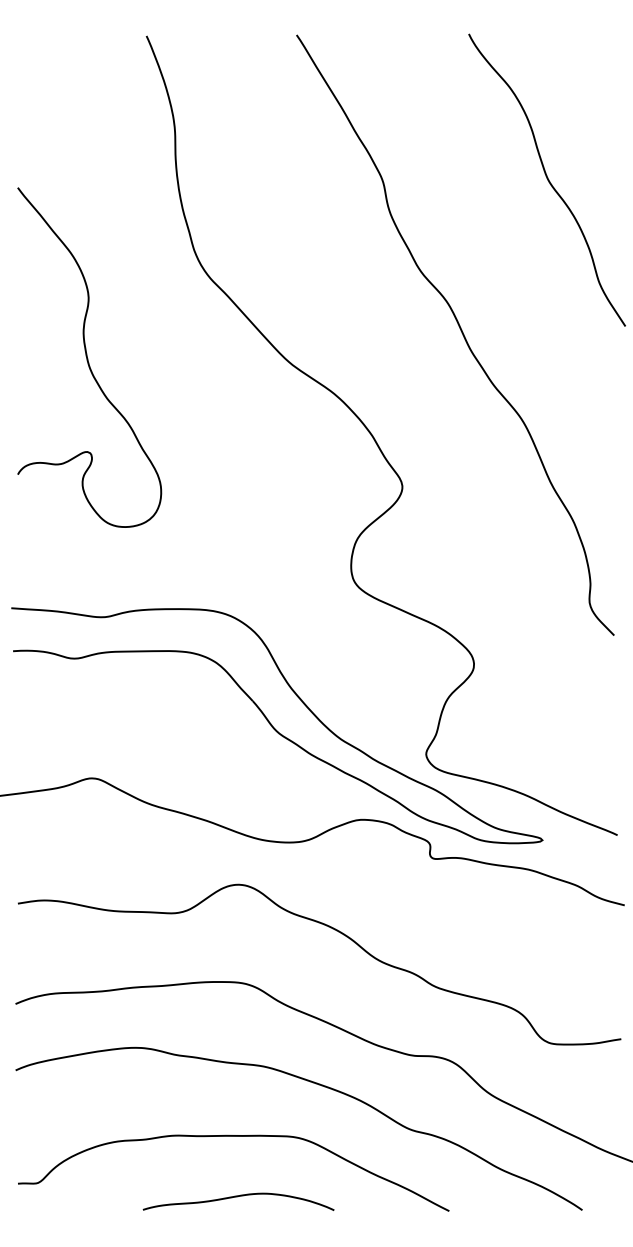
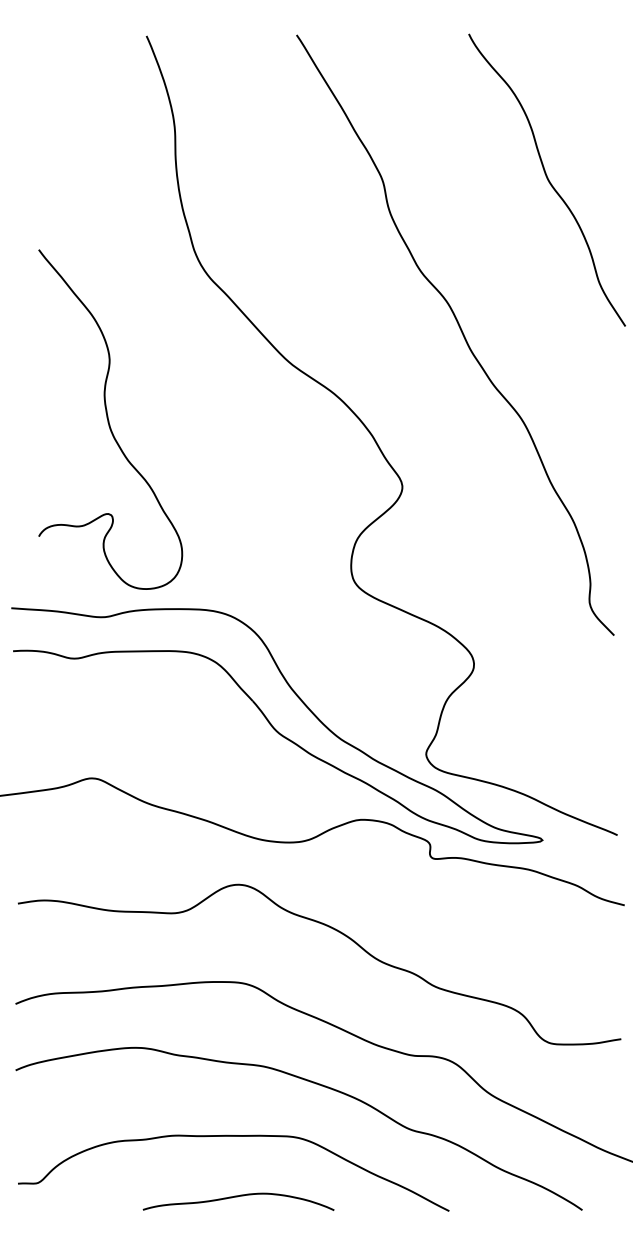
curve at (88, 358) position: (88, 358) -> (109, 420)
